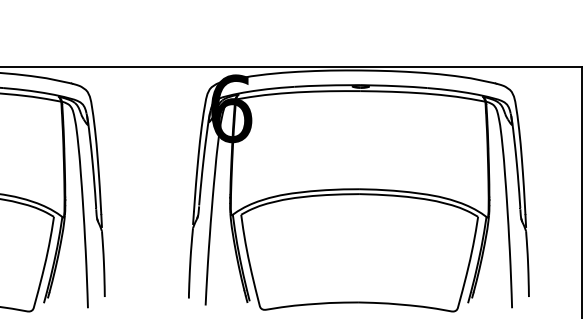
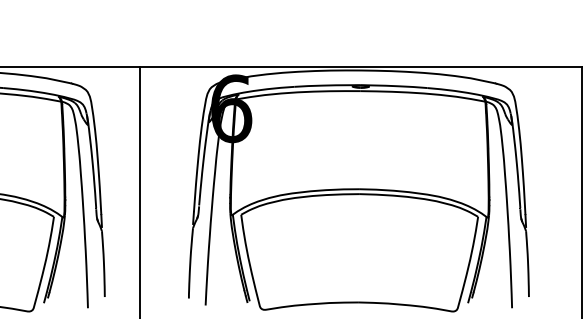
line at (139, 191): none -> present
